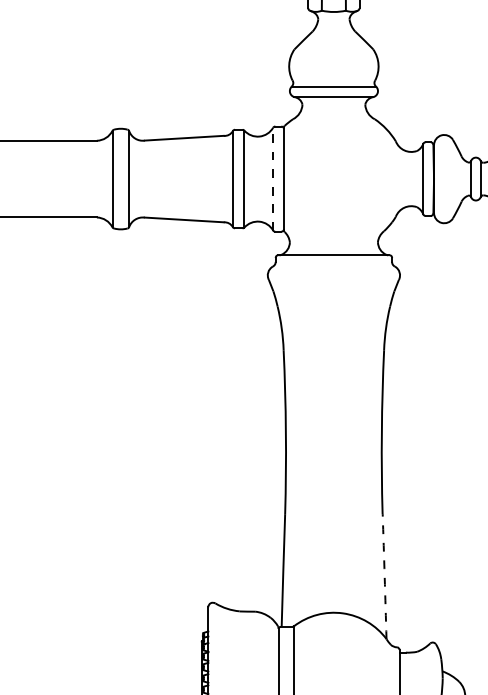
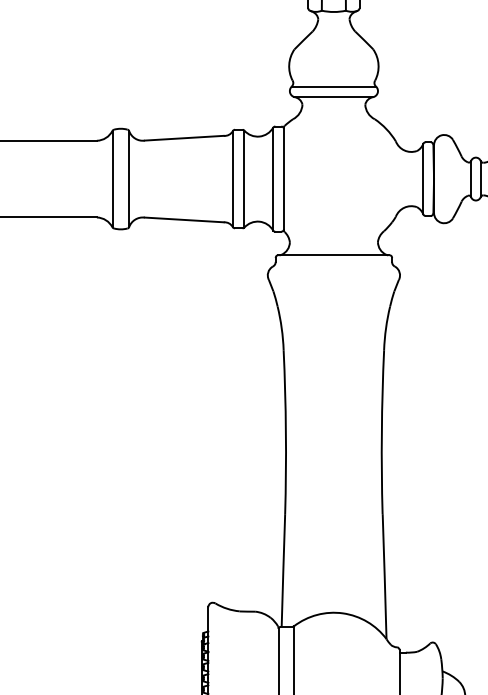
line at (273, 178): dashed -> solid
arc at (384, 576): dashed -> solid
